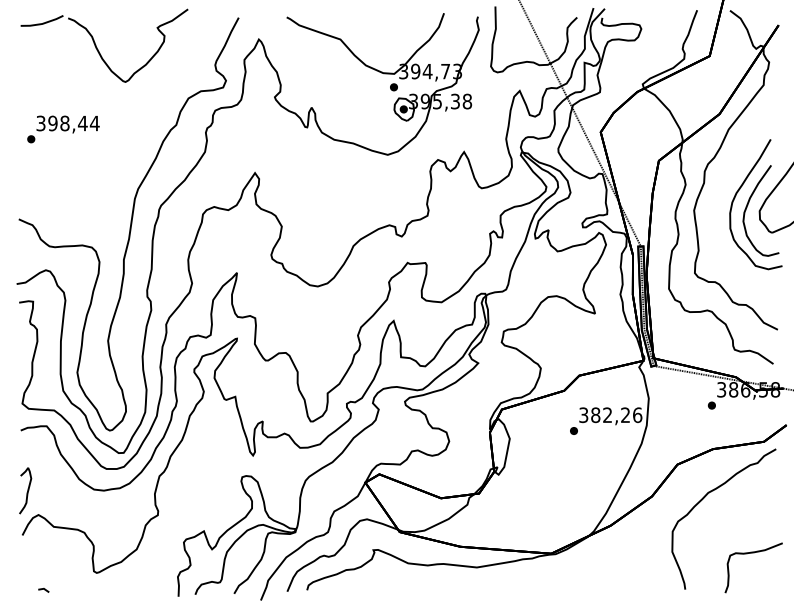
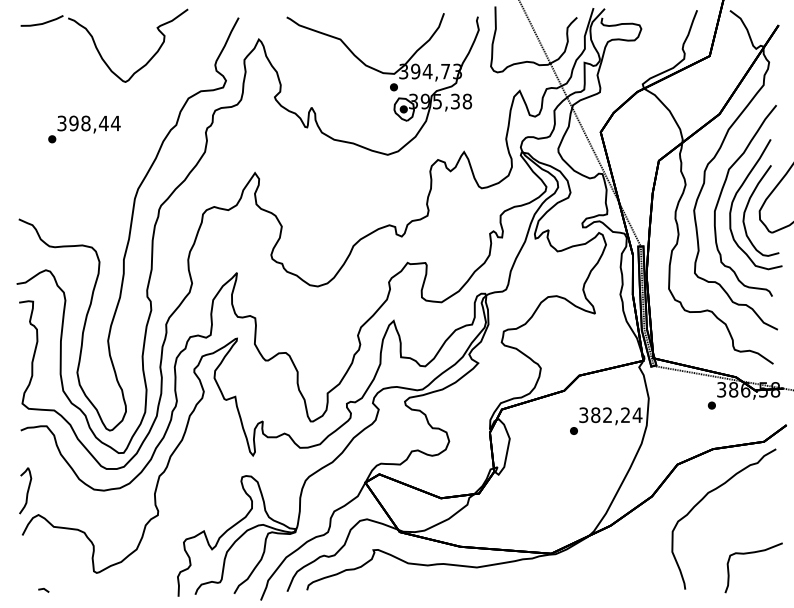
text at (63, 129) position: (63, 129) -> (84, 129)
part at (722, 192): none -> present
text at (637, 415): 382,26 -> 382,24
